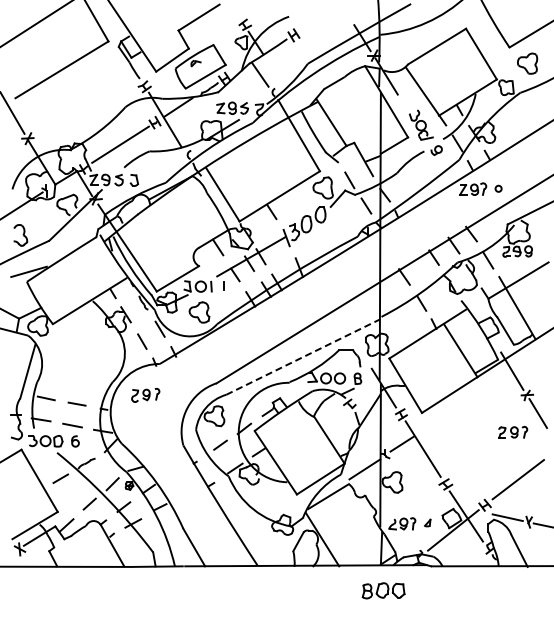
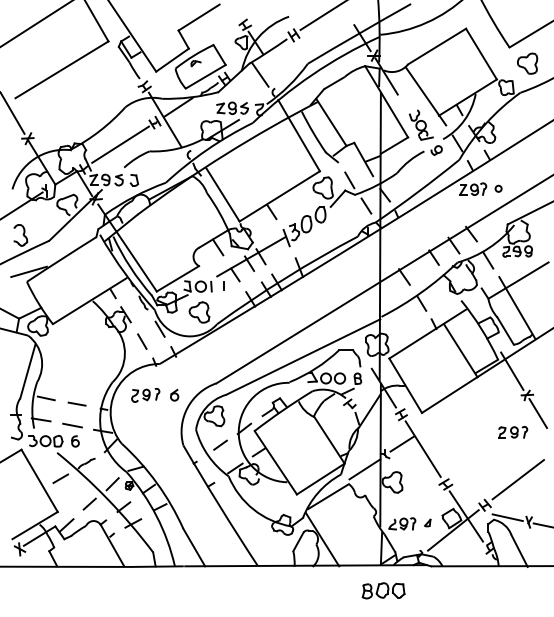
line at (322, 15): none -> present
line at (303, 357): dashed -> solid
part at (174, 394): none -> present
